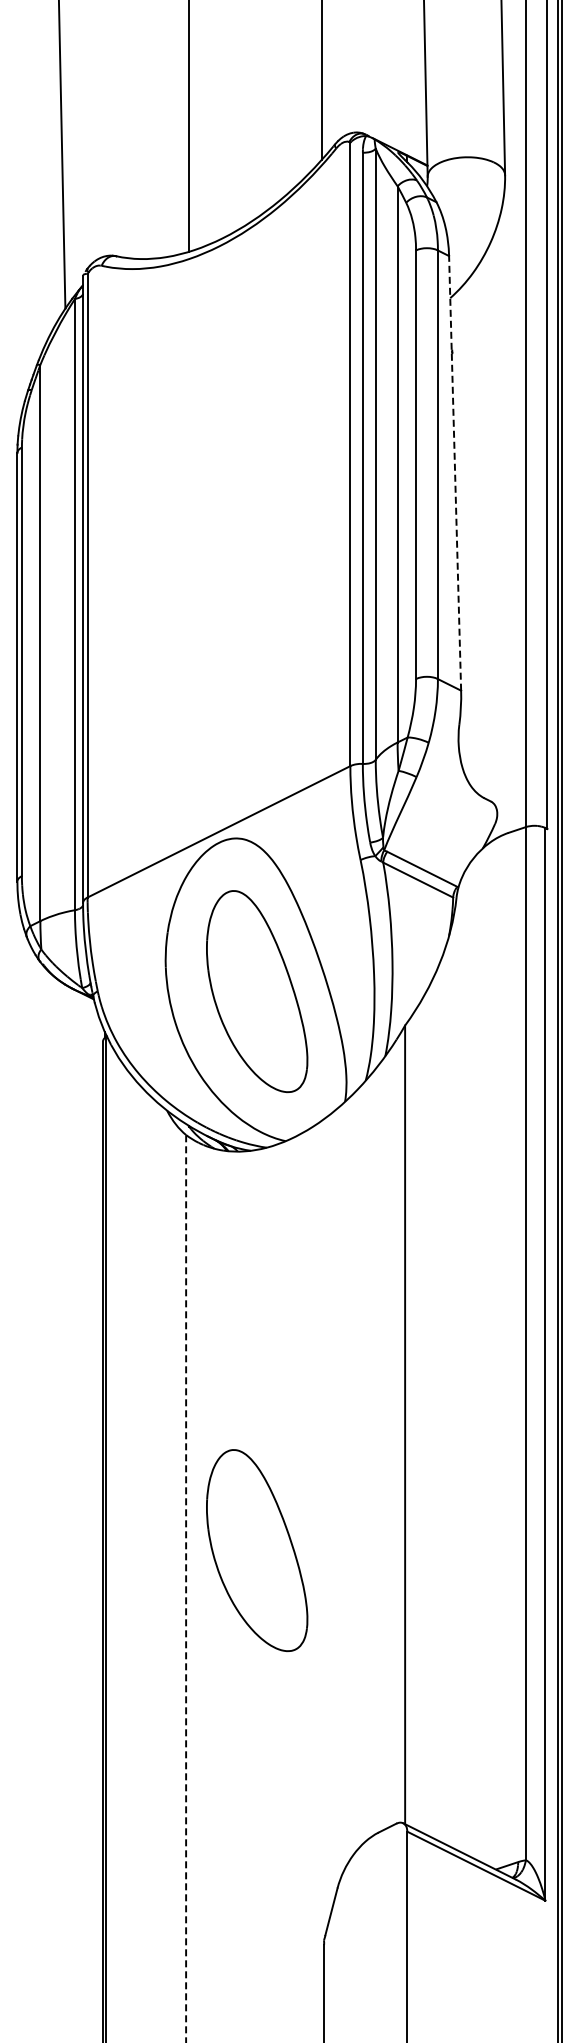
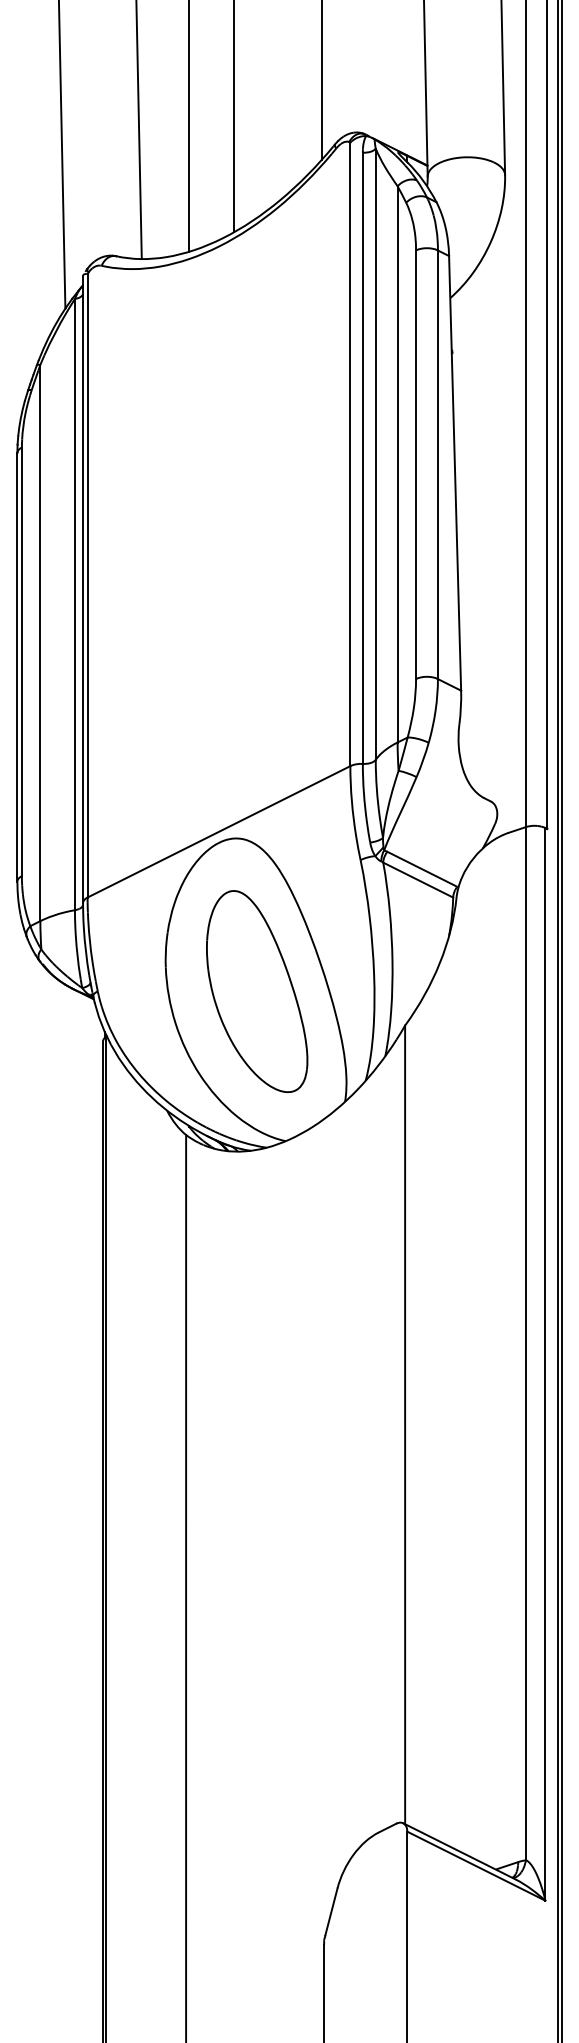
line at (233, 117): none -> present
line at (138, 130): none -> present
line at (455, 472): dashed -> solid
part at (257, 1550): present -> none
line at (186, 1588): dashed -> solid
